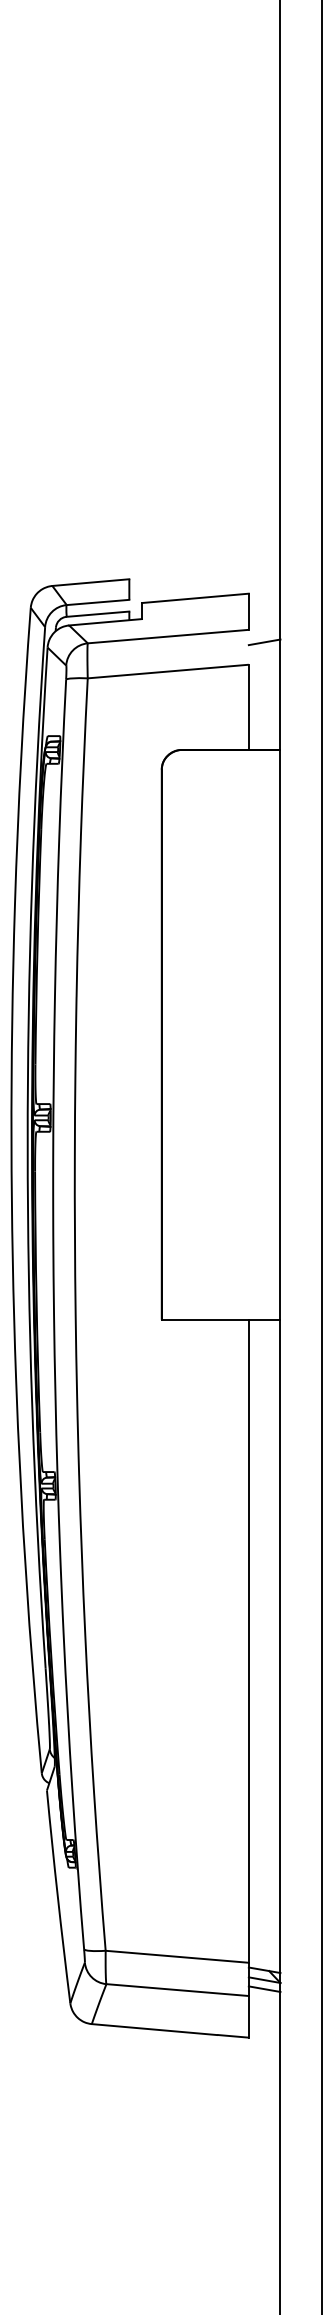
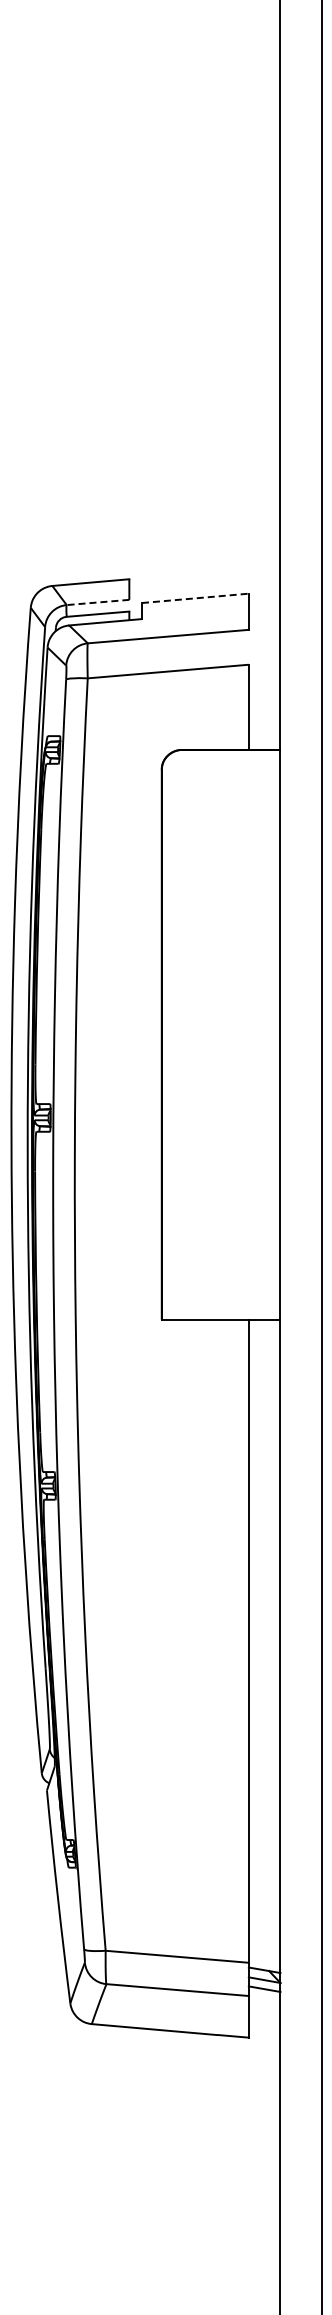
line at (195, 598): solid -> dashed
line at (97, 602): solid -> dashed
line at (264, 642): present -> none
